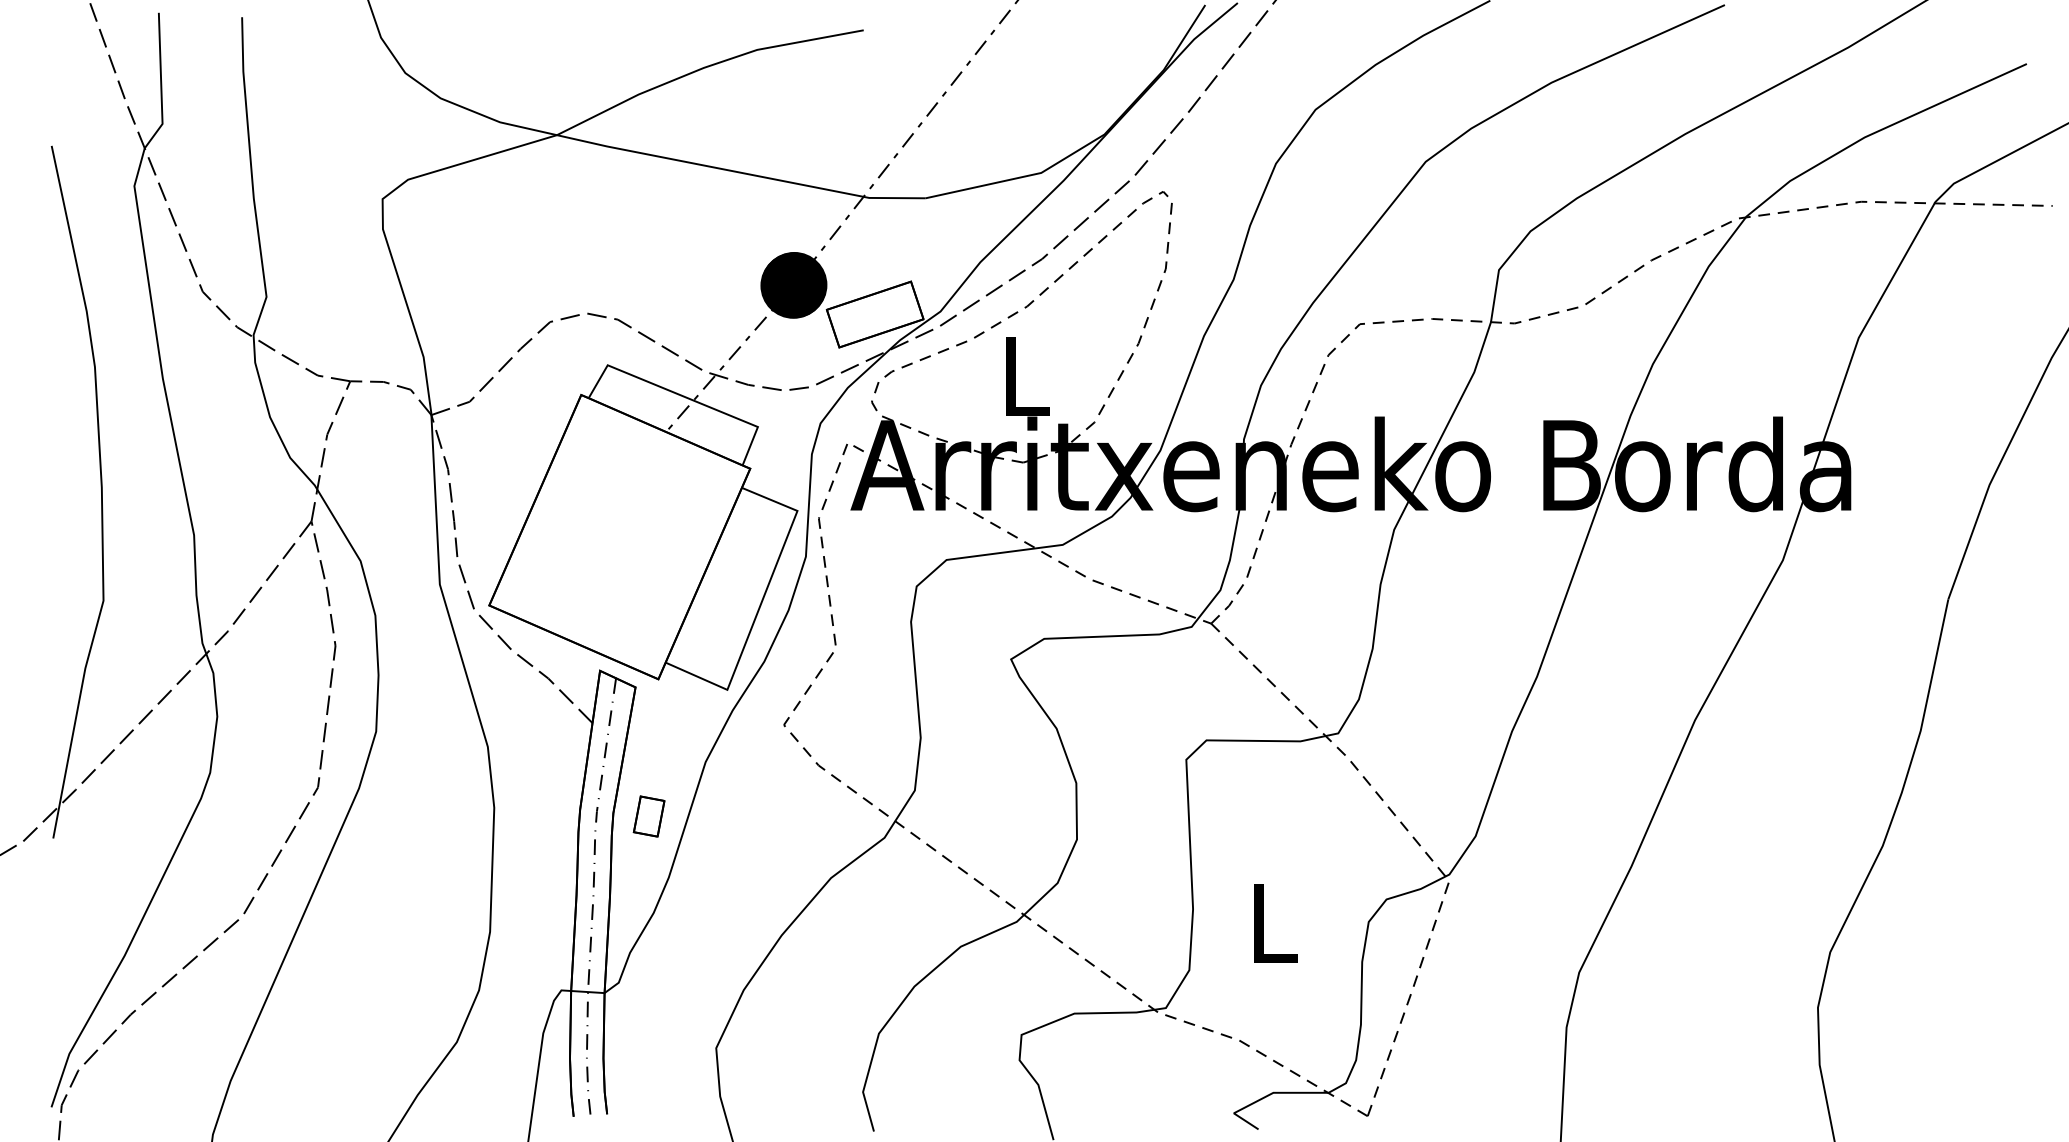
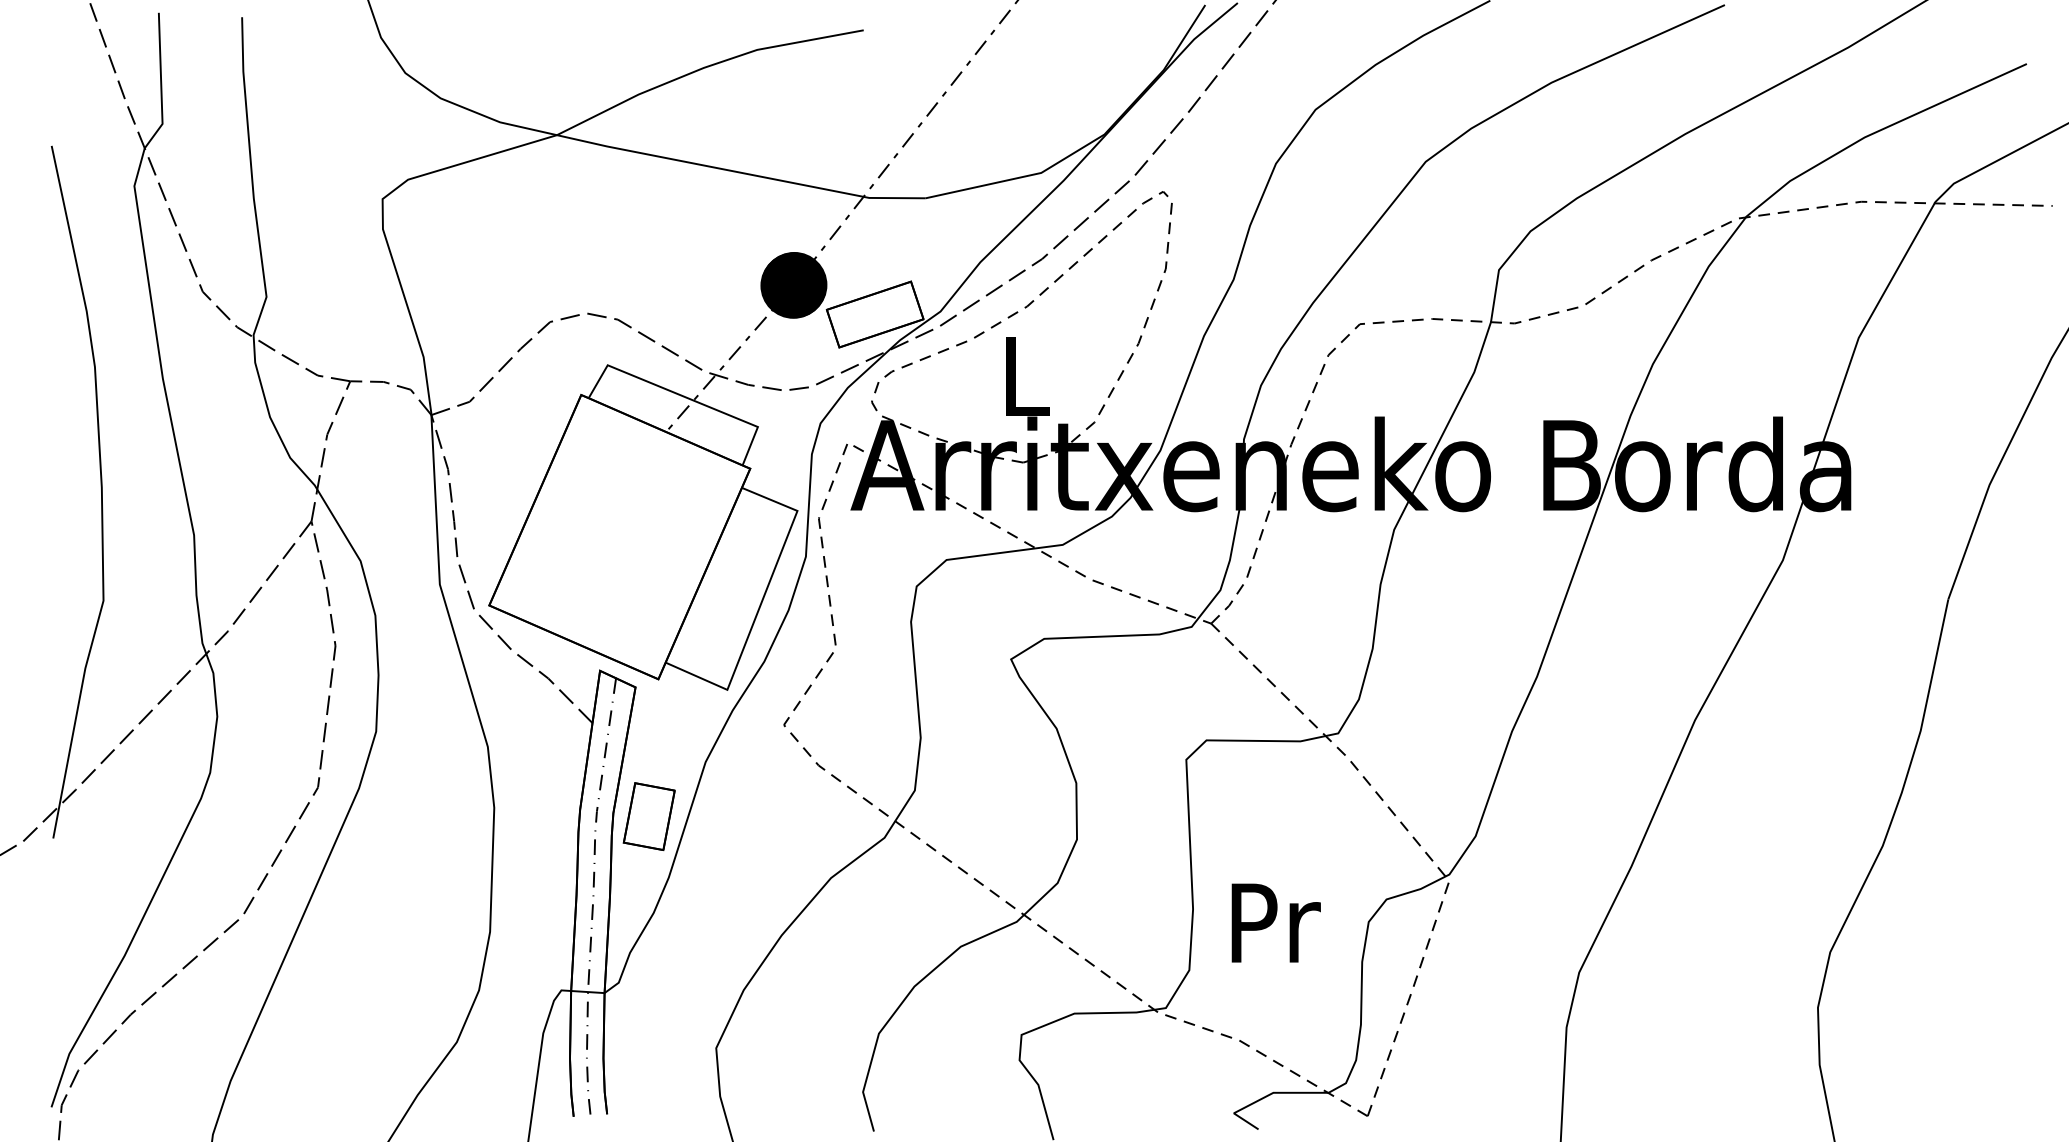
part at (648, 816) size: 34x43 px -> 54x69 px
text at (1275, 922): L -> Pr
